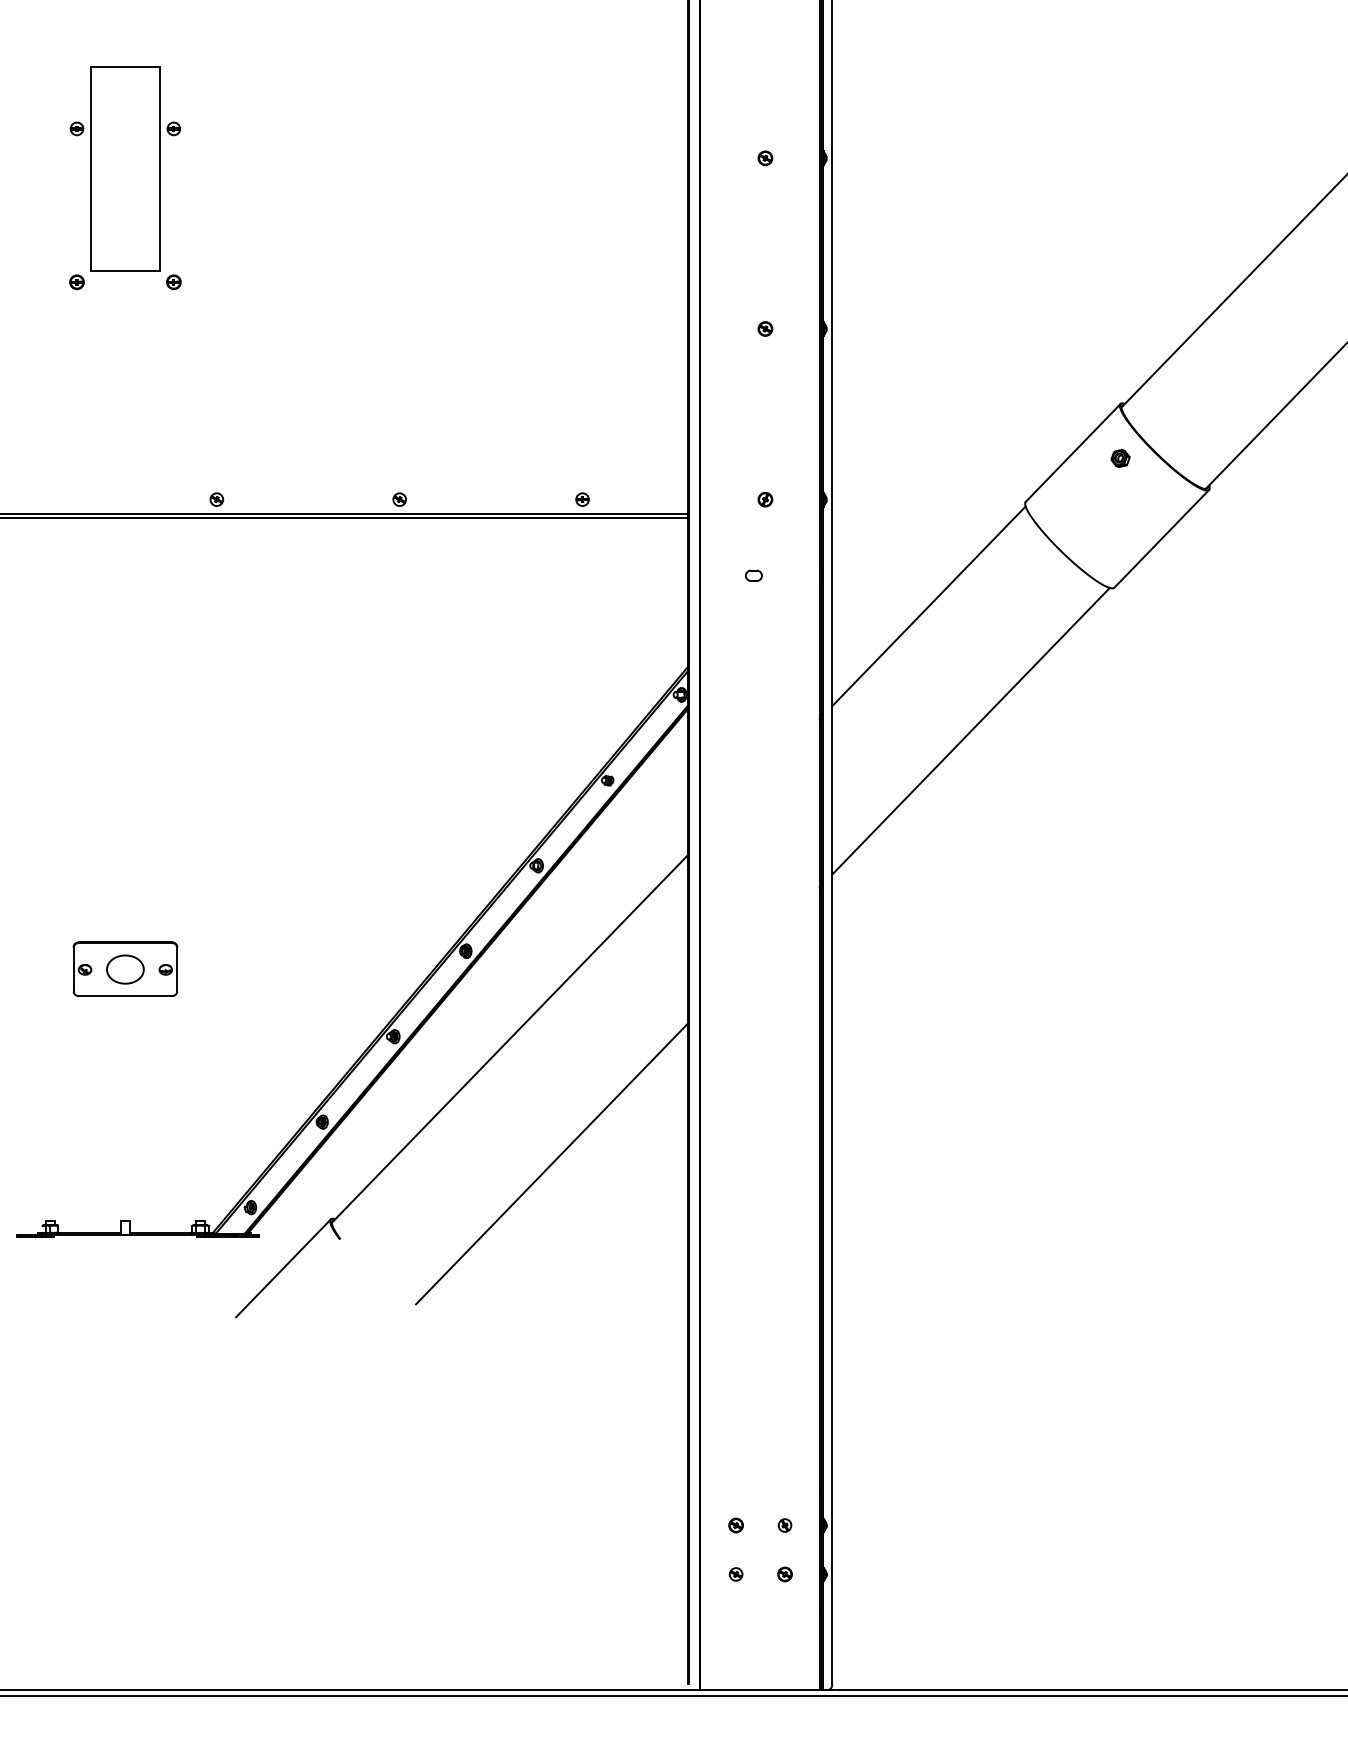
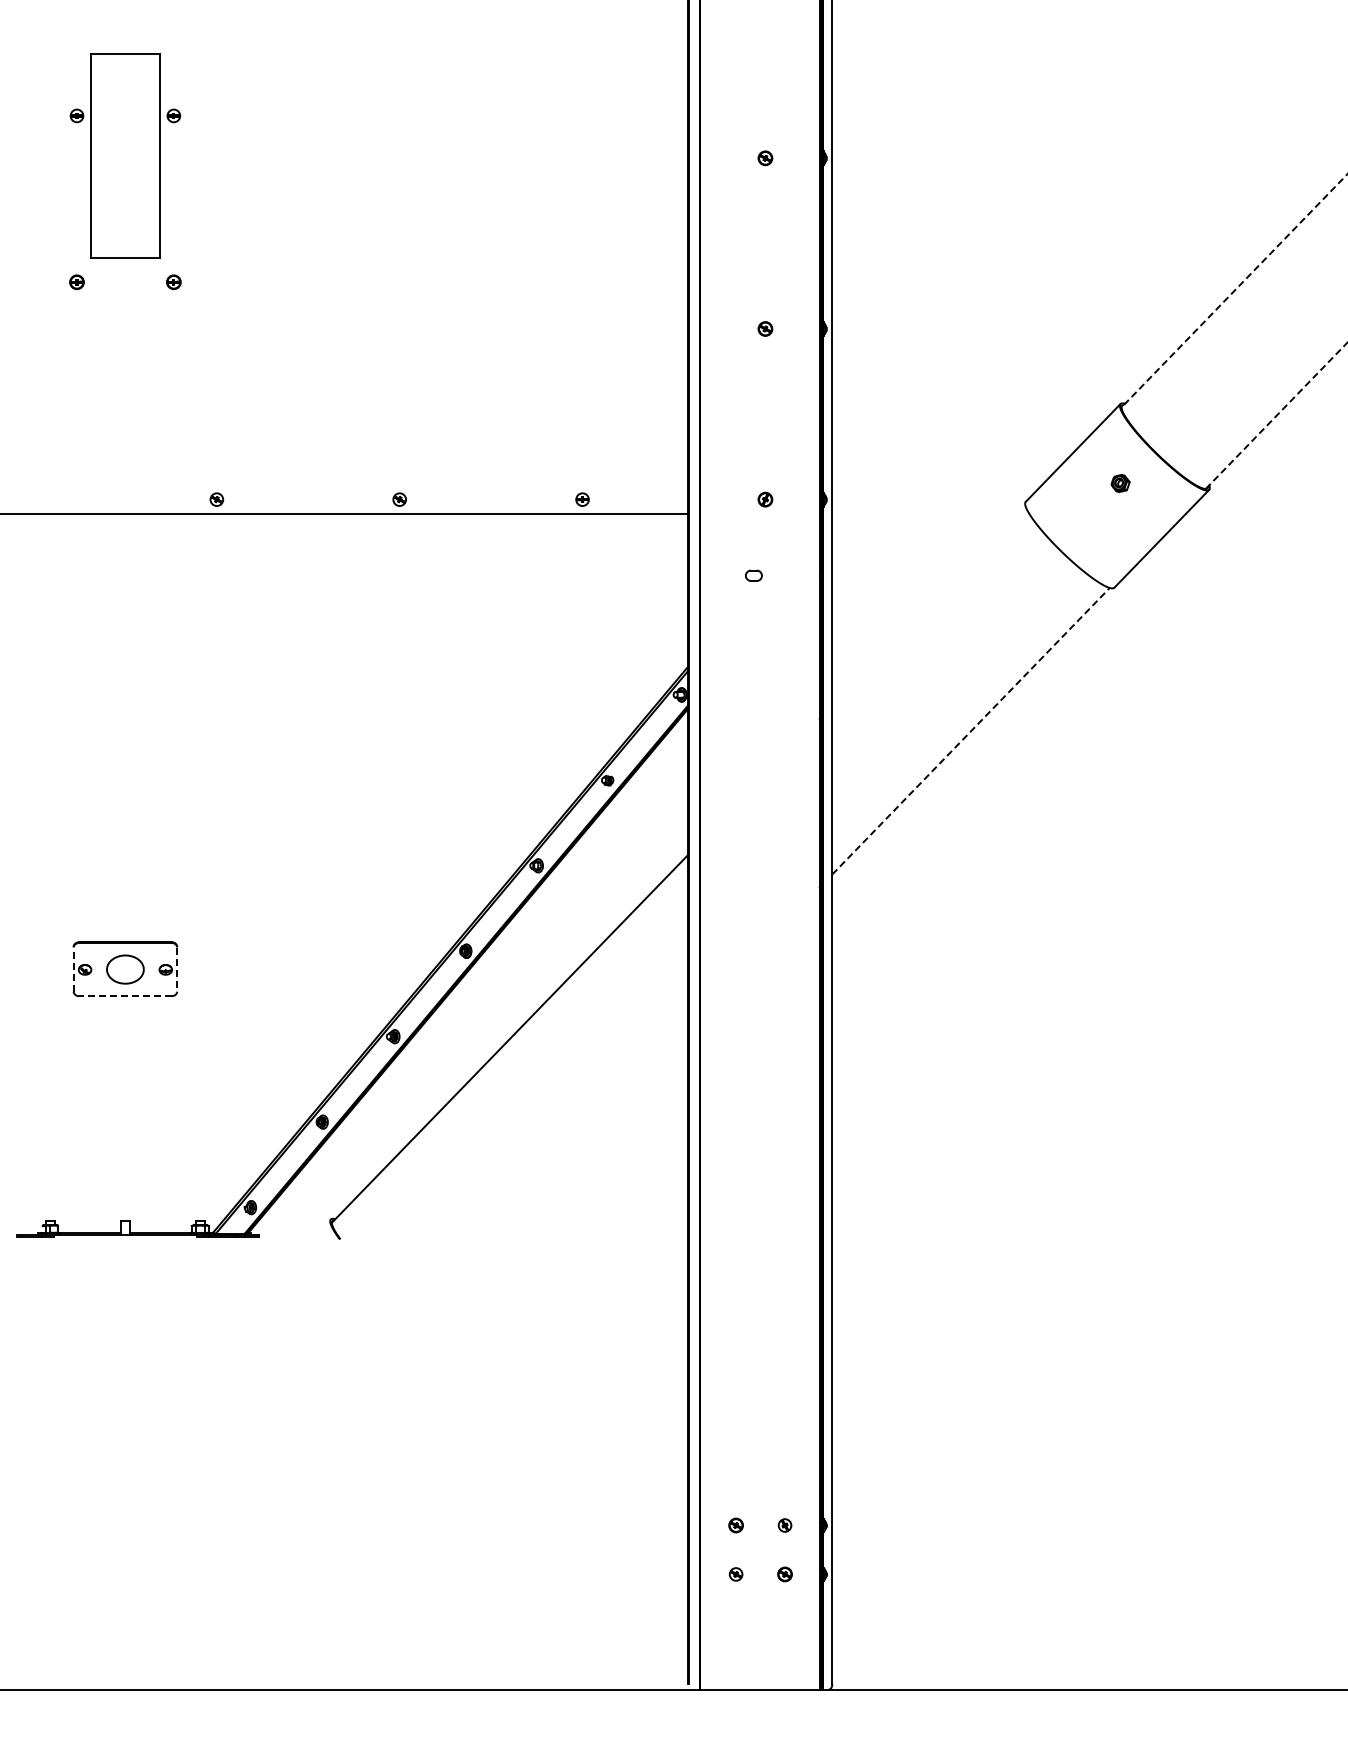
part at (125, 168) position: (125, 168) -> (125, 155)
line at (1234, 291): solid -> dashed
line at (1276, 415): solid -> dashed
part at (1120, 458) position: (1120, 458) -> (1120, 483)
line at (344, 517): present -> none
line at (928, 606): present -> none
line at (971, 730): solid -> dashed
line at (73, 969): solid -> dashed
line at (177, 970): solid -> dashed
line at (124, 996): solid -> dashed
line at (551, 1163): present -> none
line at (283, 1268): present -> none
line at (673, 1695): present -> none
